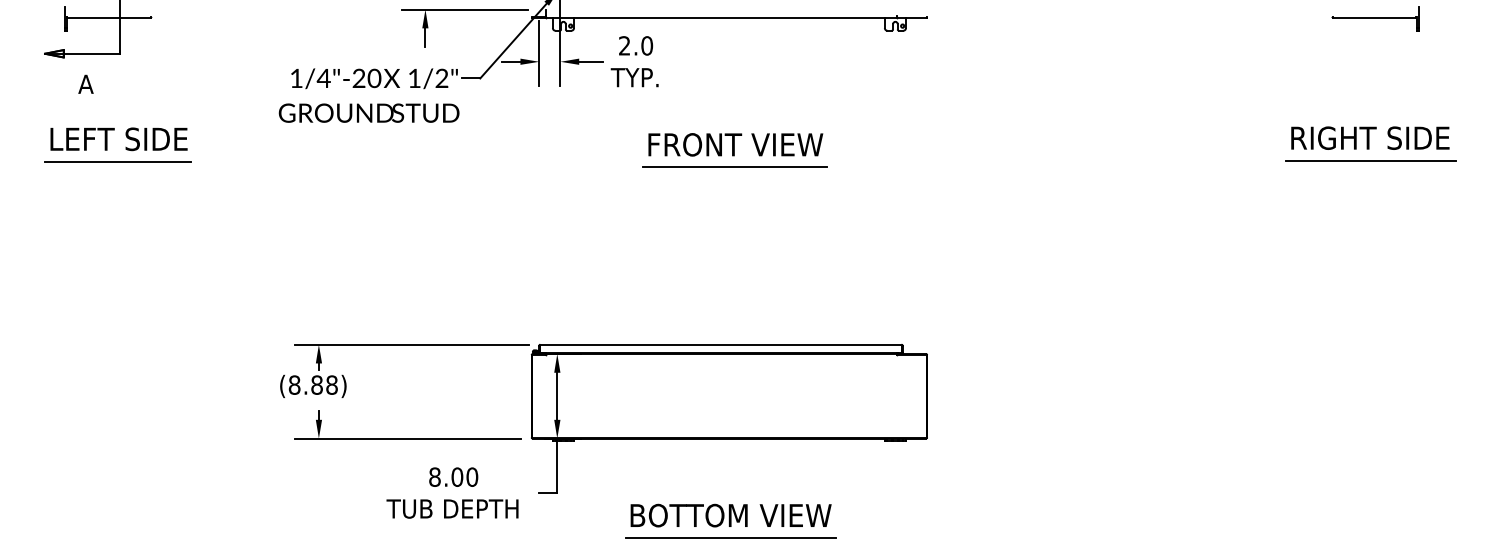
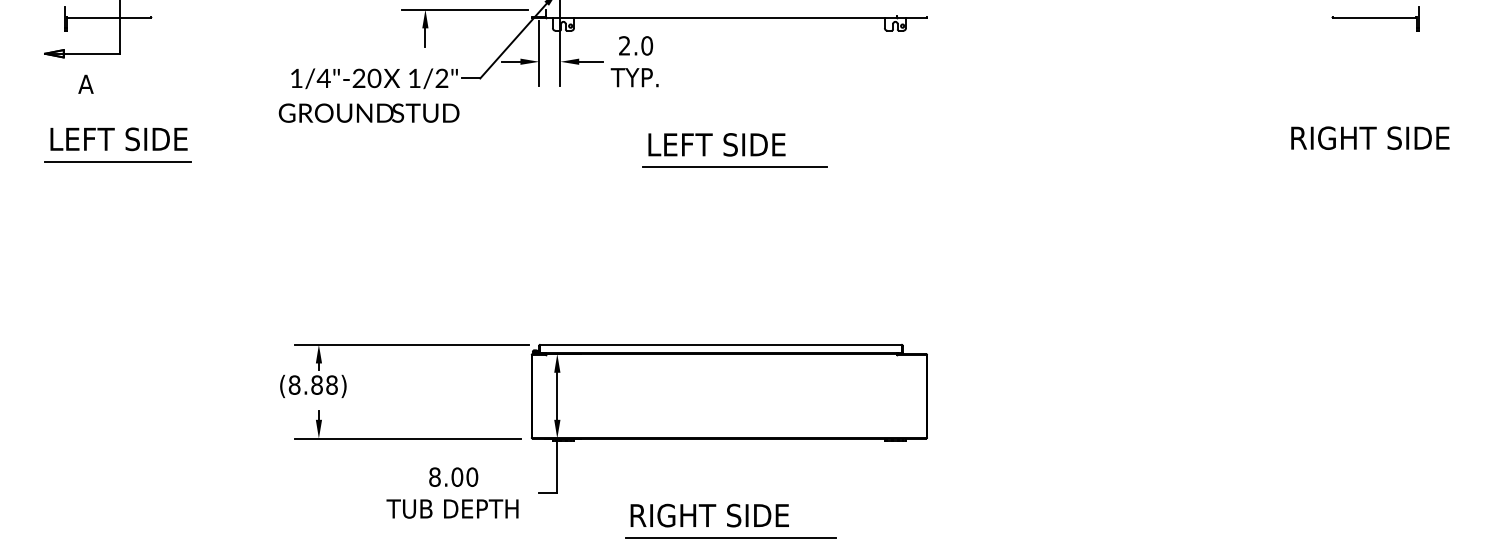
text at (737, 144): FRONT VIEW -> LEFT SIDE
line at (1370, 160): present -> none
text at (732, 515): BOTTOM VIEW -> RIGHT SIDE
